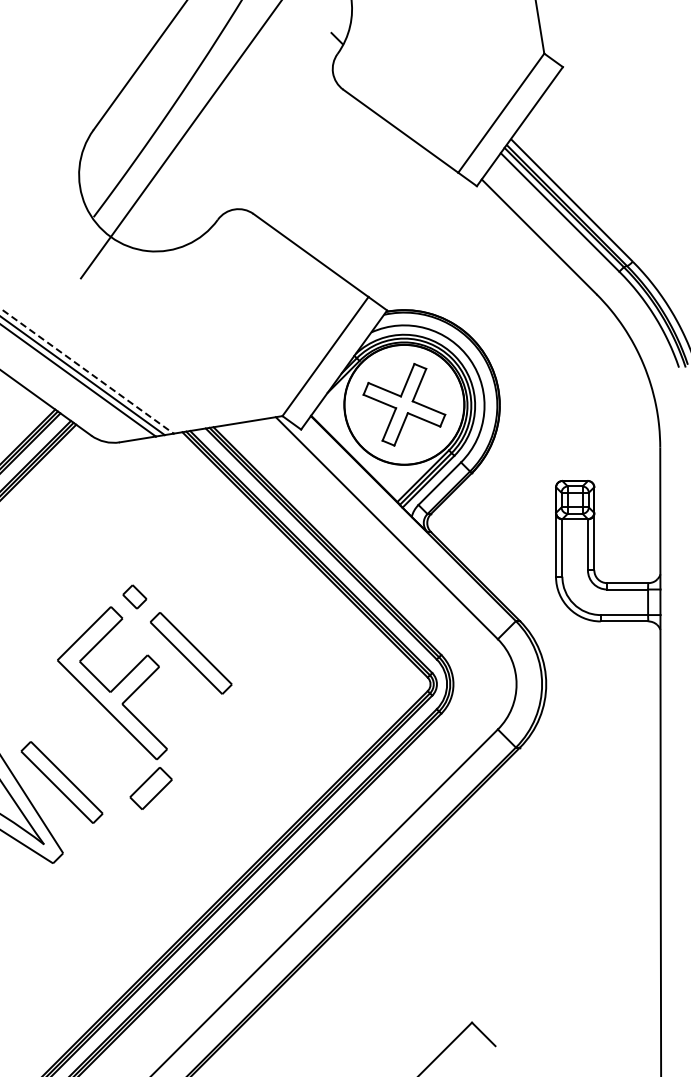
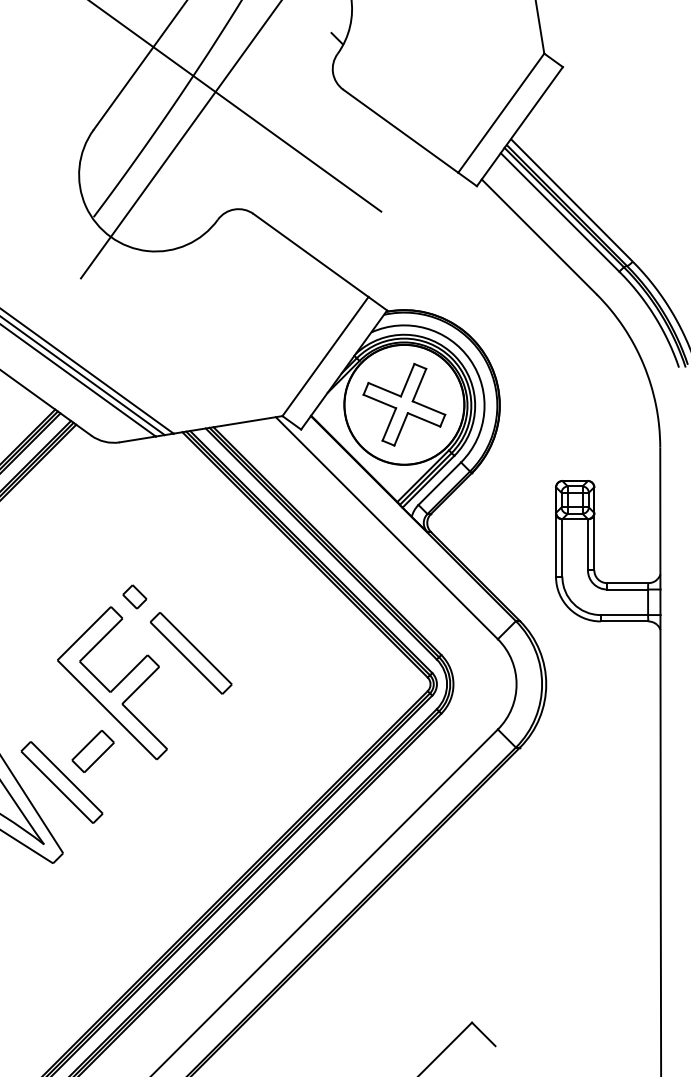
line at (236, 106): none -> present
line at (86, 371): dashed -> solid
part at (150, 788) position: (150, 788) -> (92, 751)
